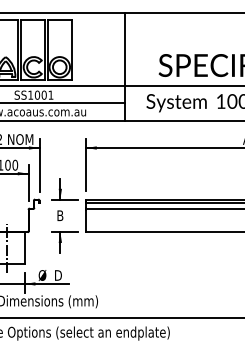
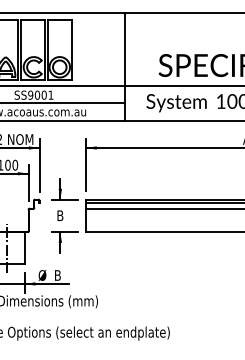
text at (30, 94): SS1001 -> SS9001
text at (58, 275): D -> B
line at (121, 317): present -> none
